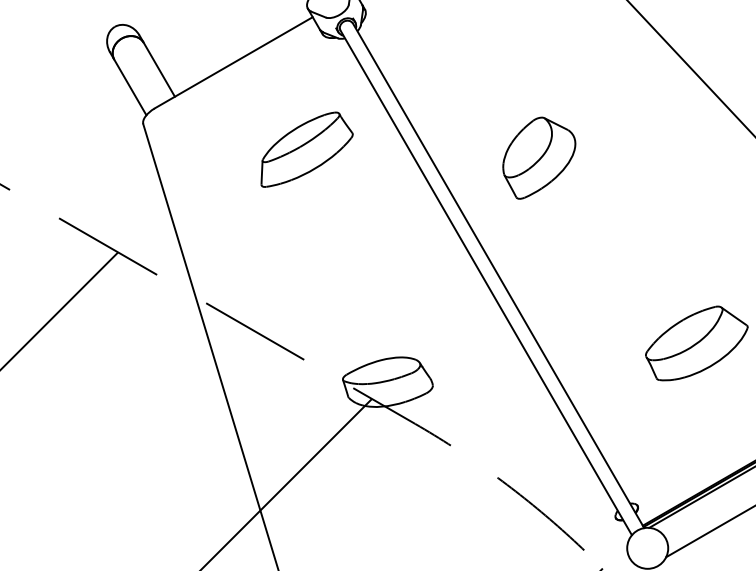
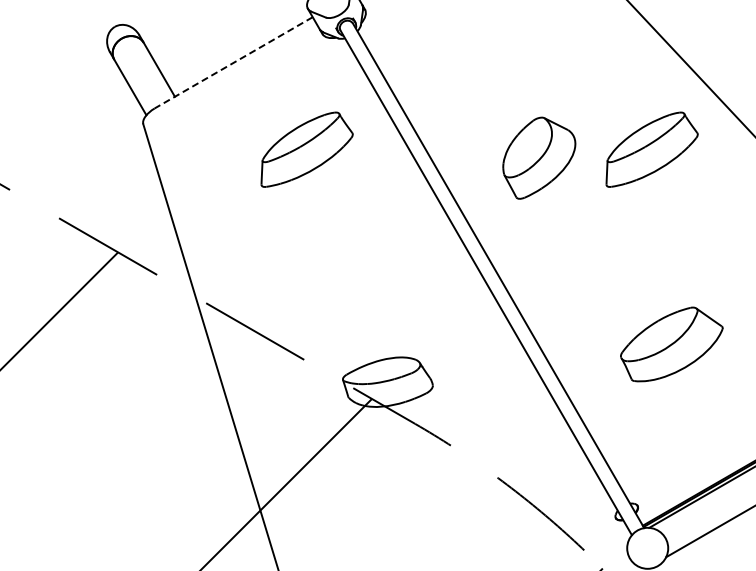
line at (233, 63): solid -> dashed
part at (651, 149): none -> present
part at (696, 343) position: (696, 343) -> (671, 344)
